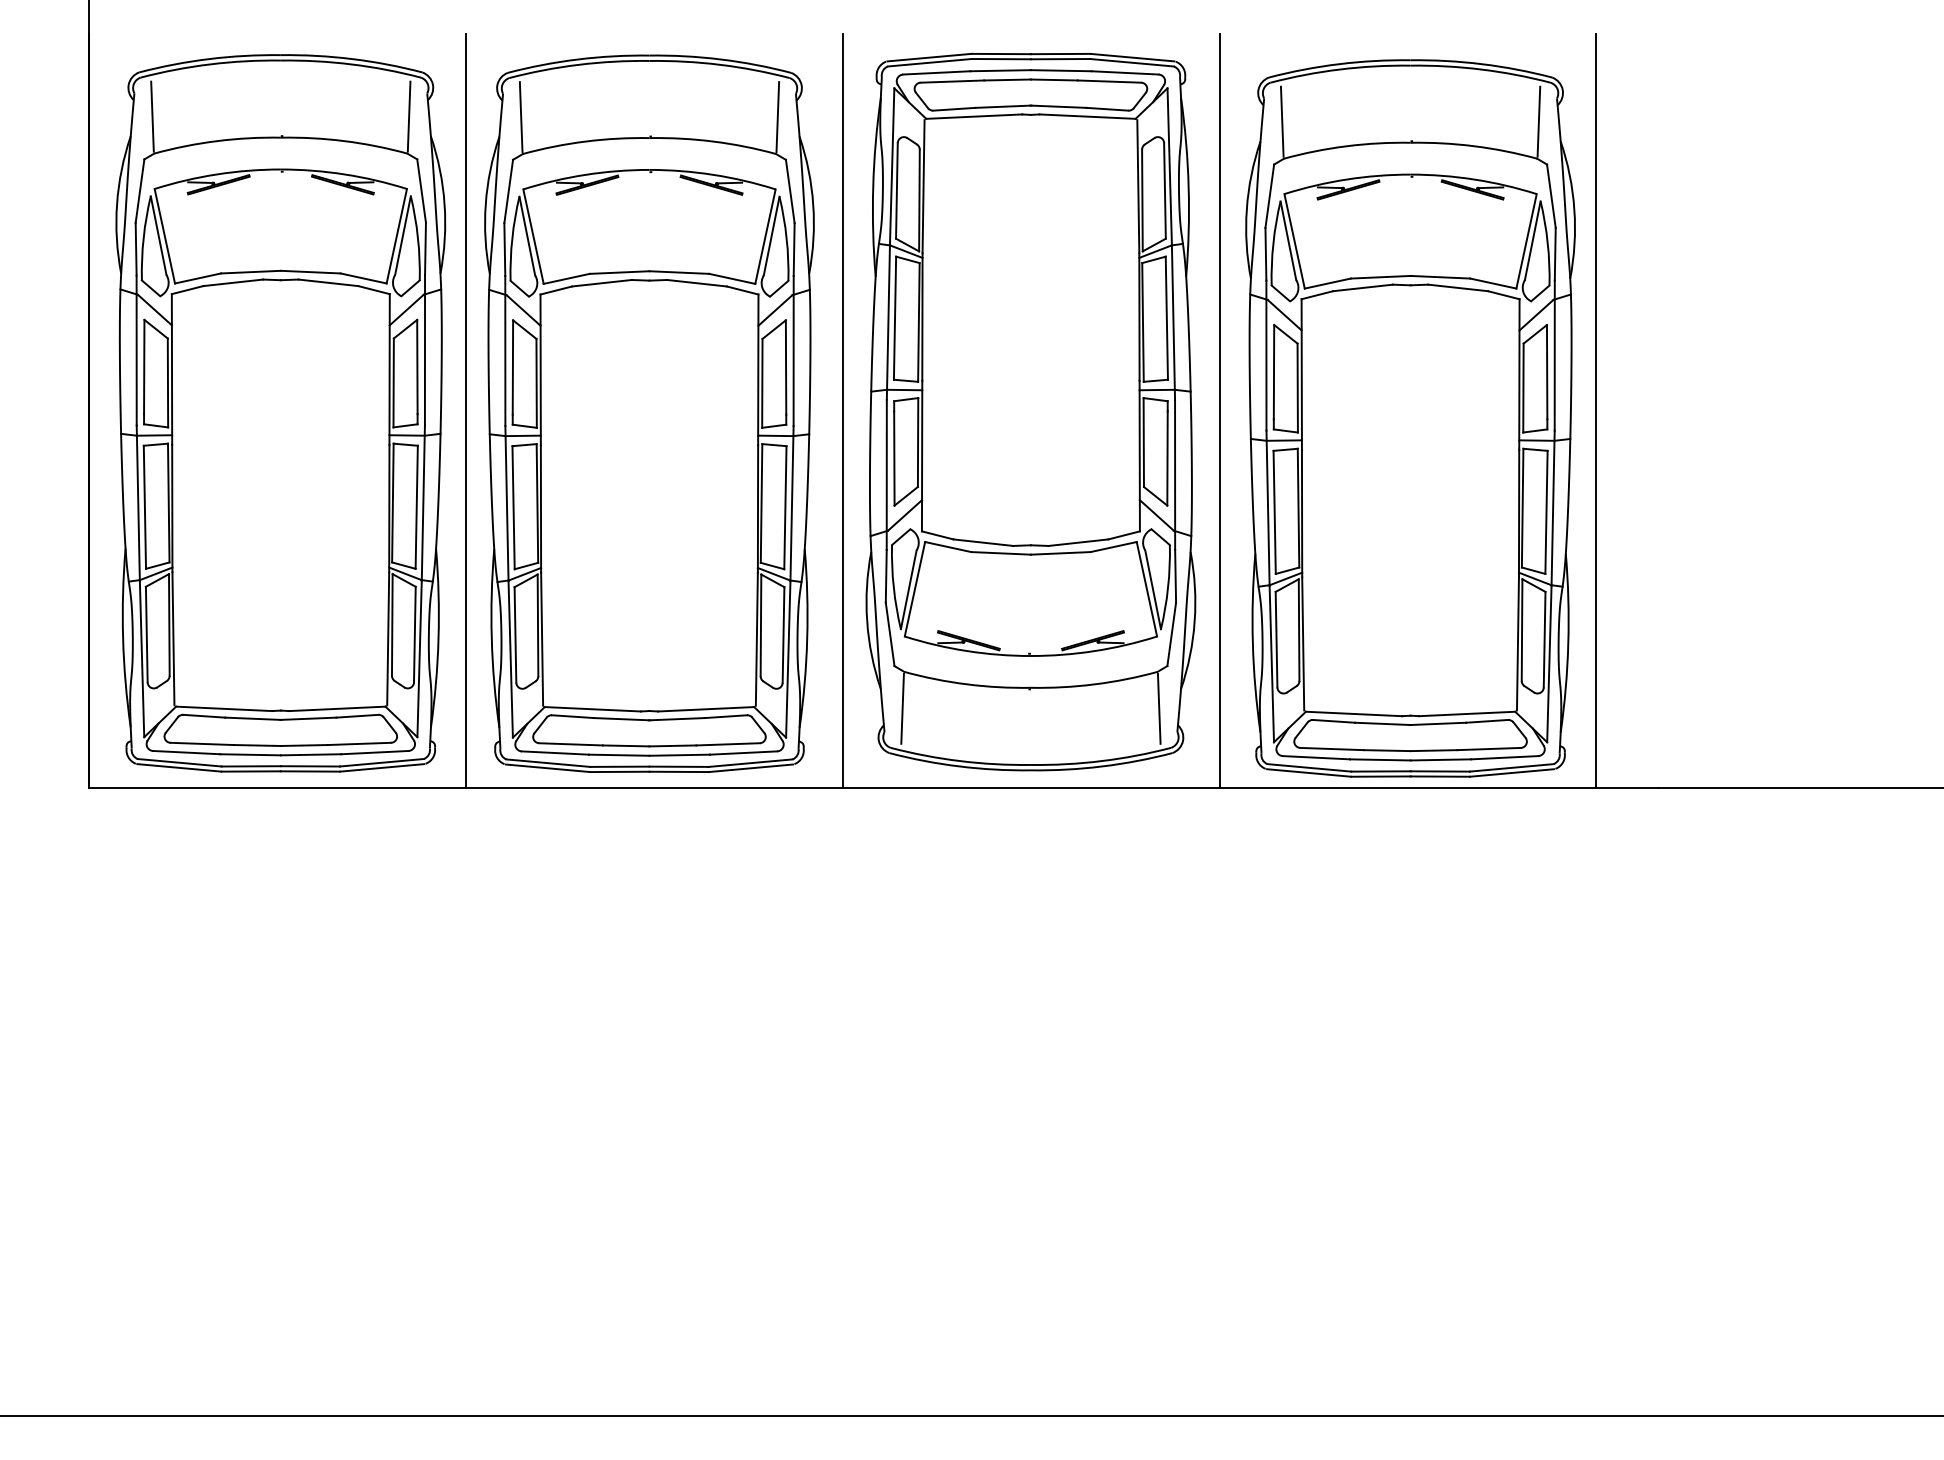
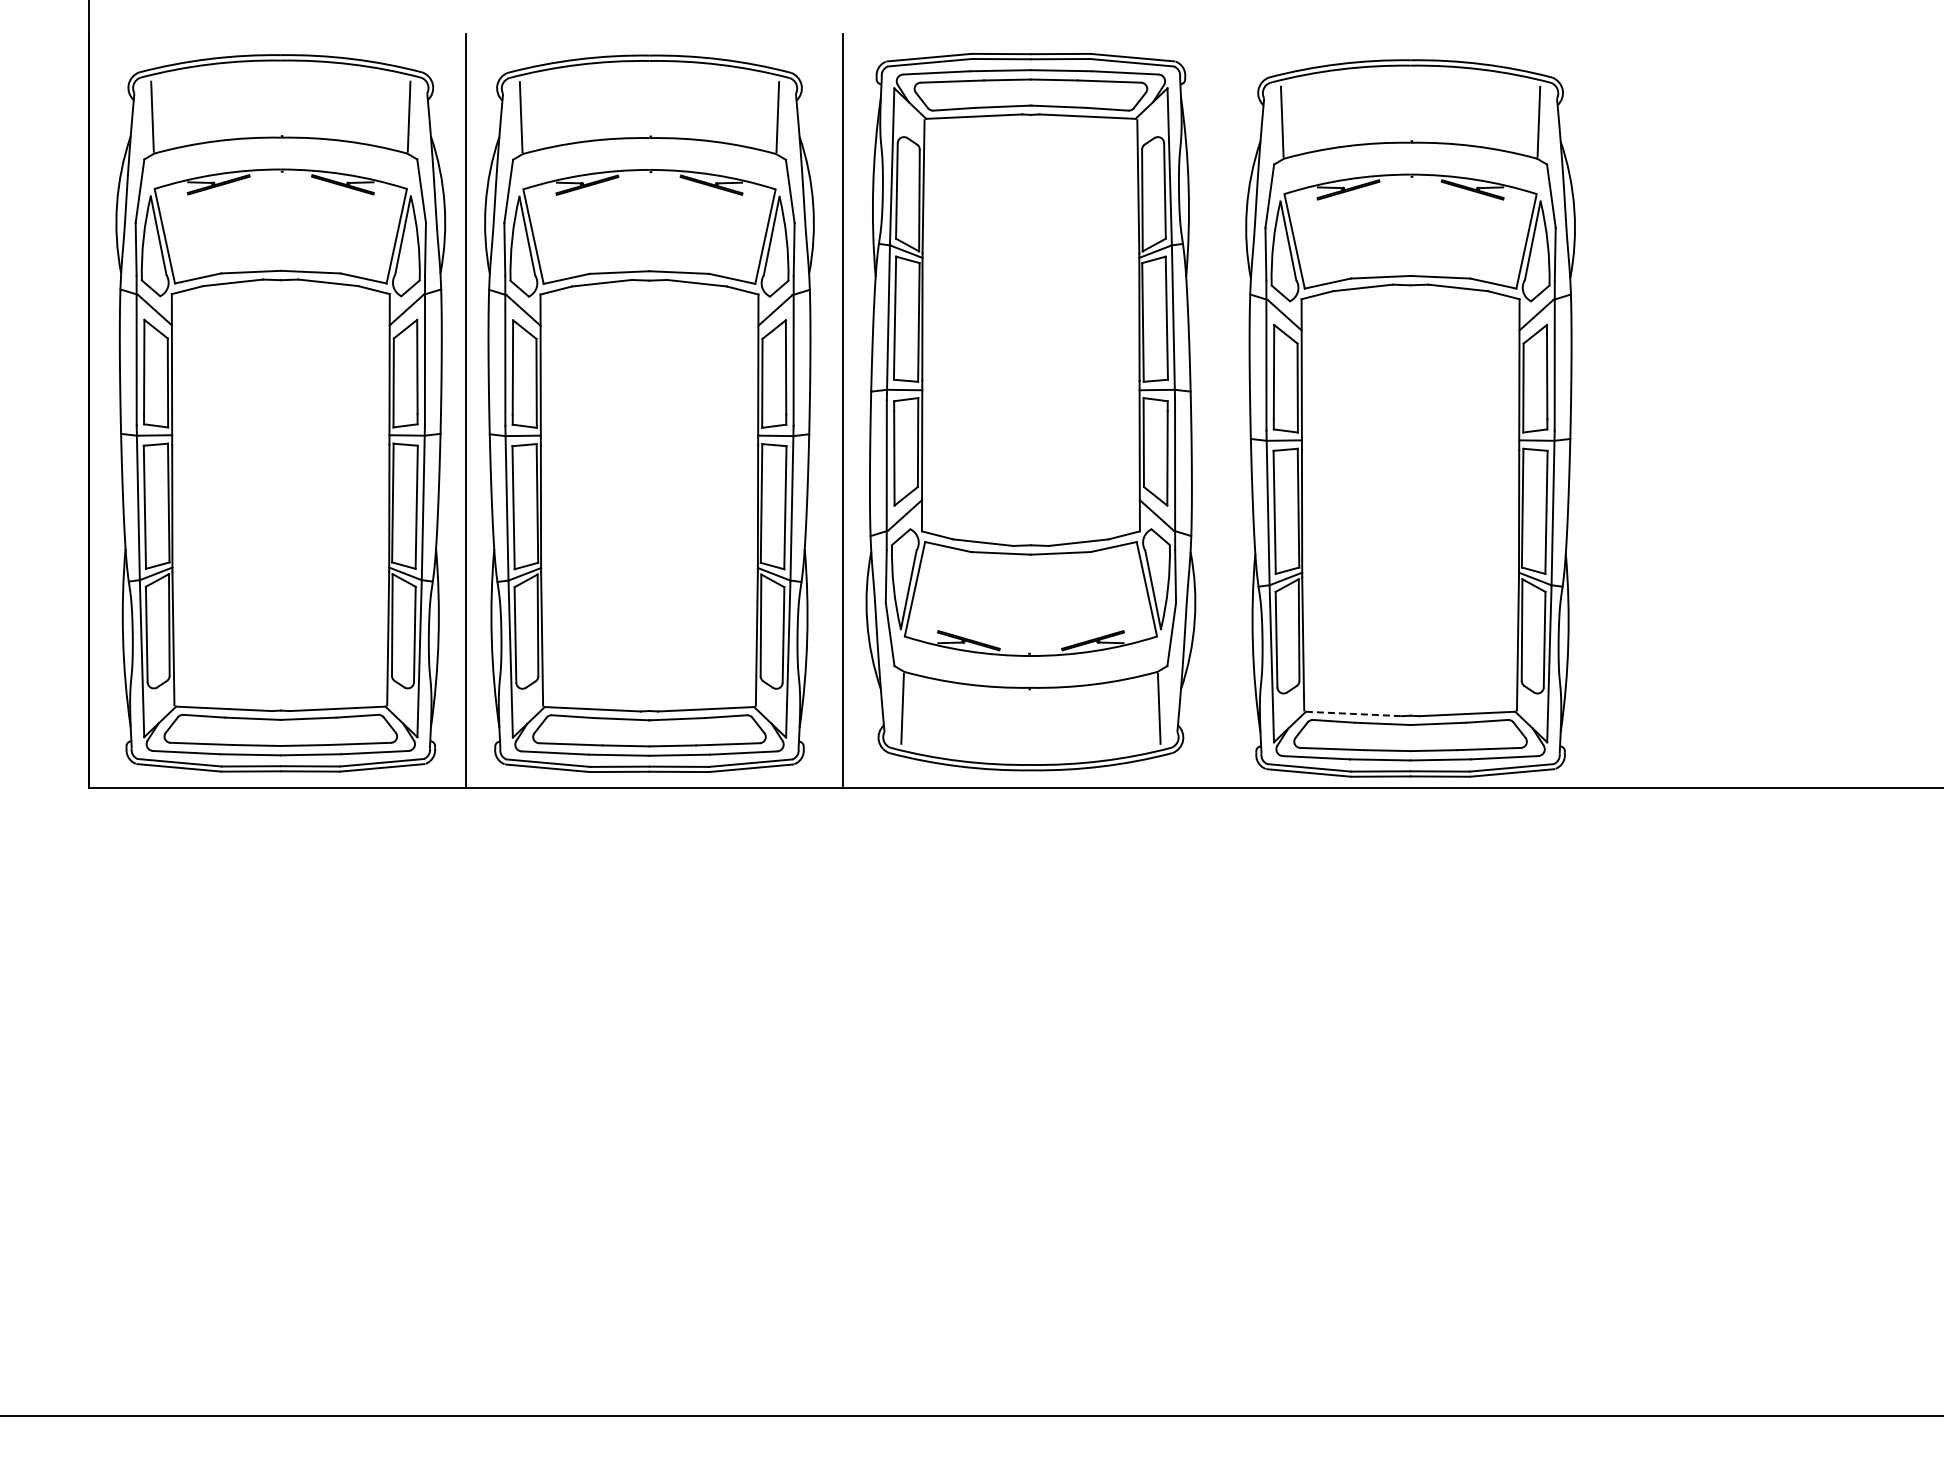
line at (1219, 410): present -> none
line at (1596, 410): present -> none
line at (1354, 713): solid -> dashed
